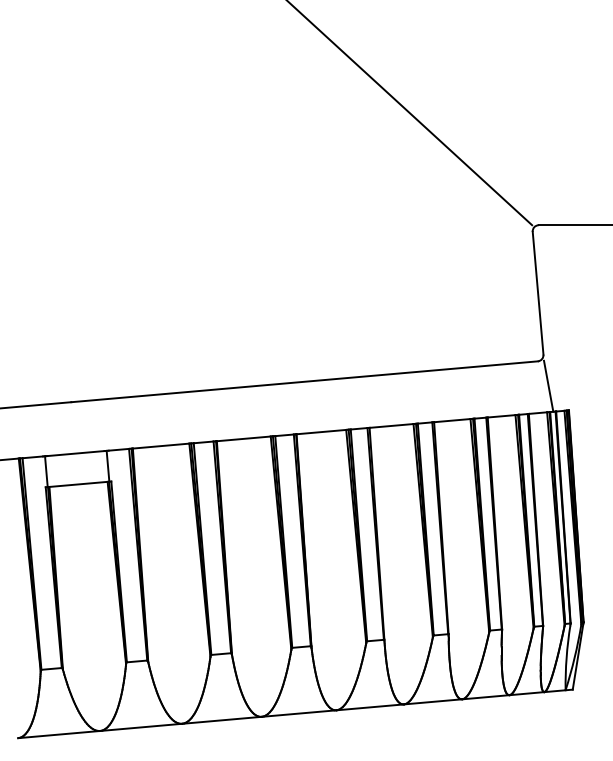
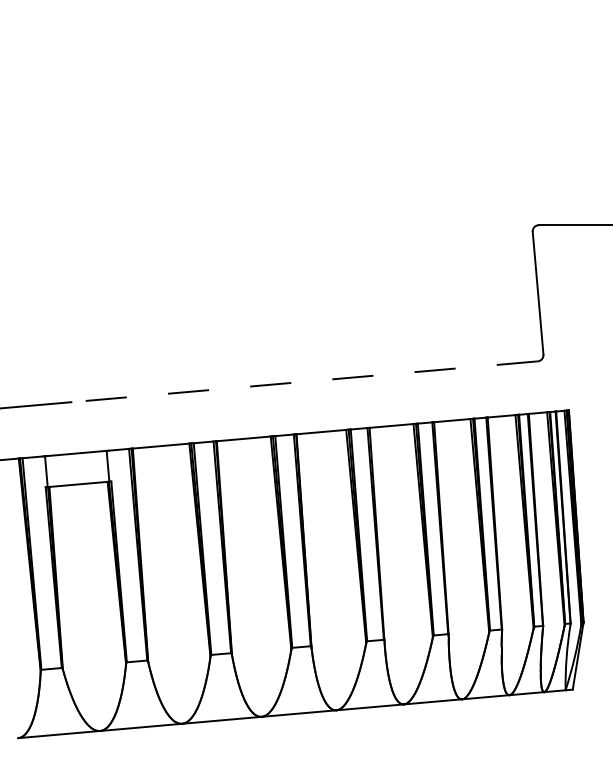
line at (410, 113): present -> none
line at (304, 381): solid -> dashed
line at (548, 385): present -> none
